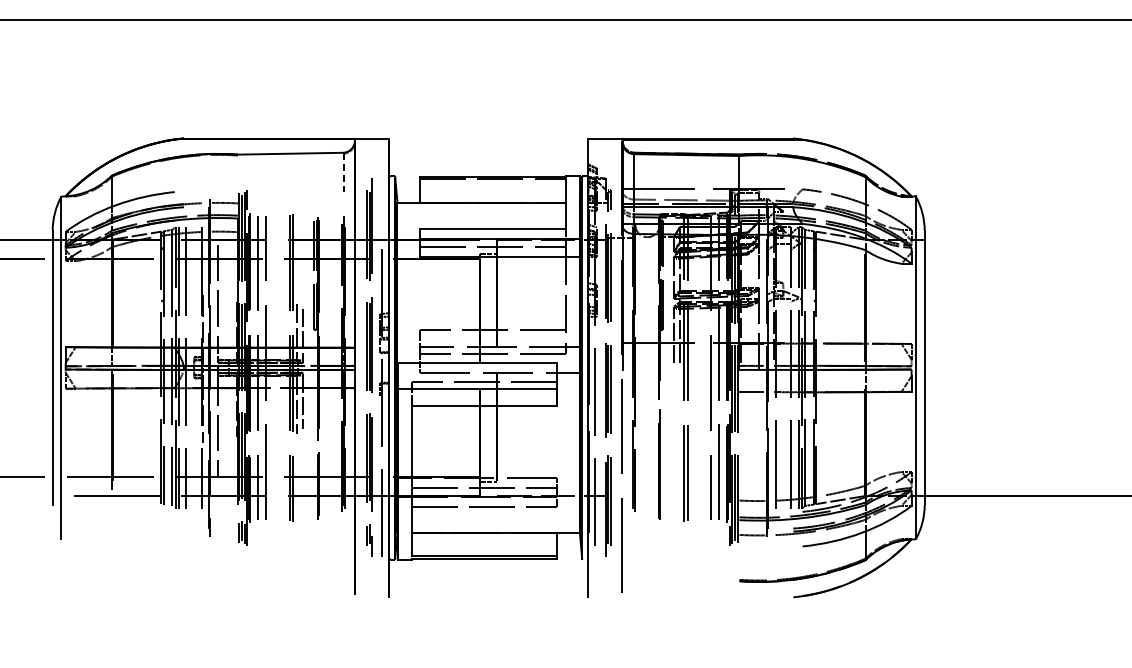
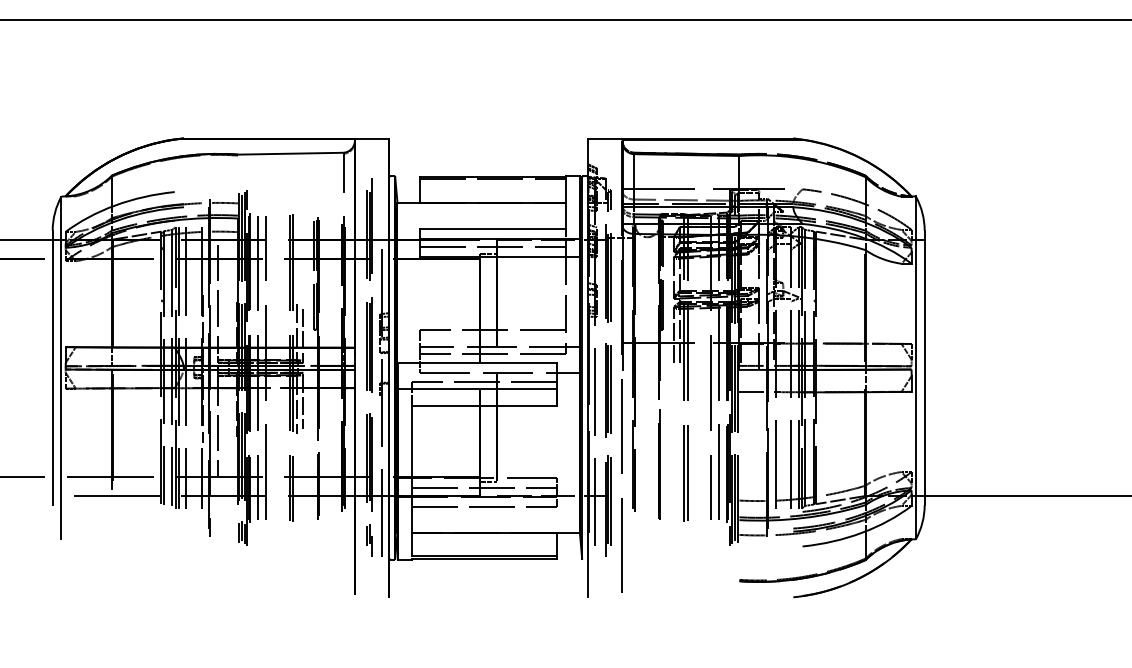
line at (343, 172): dashed -> solid
